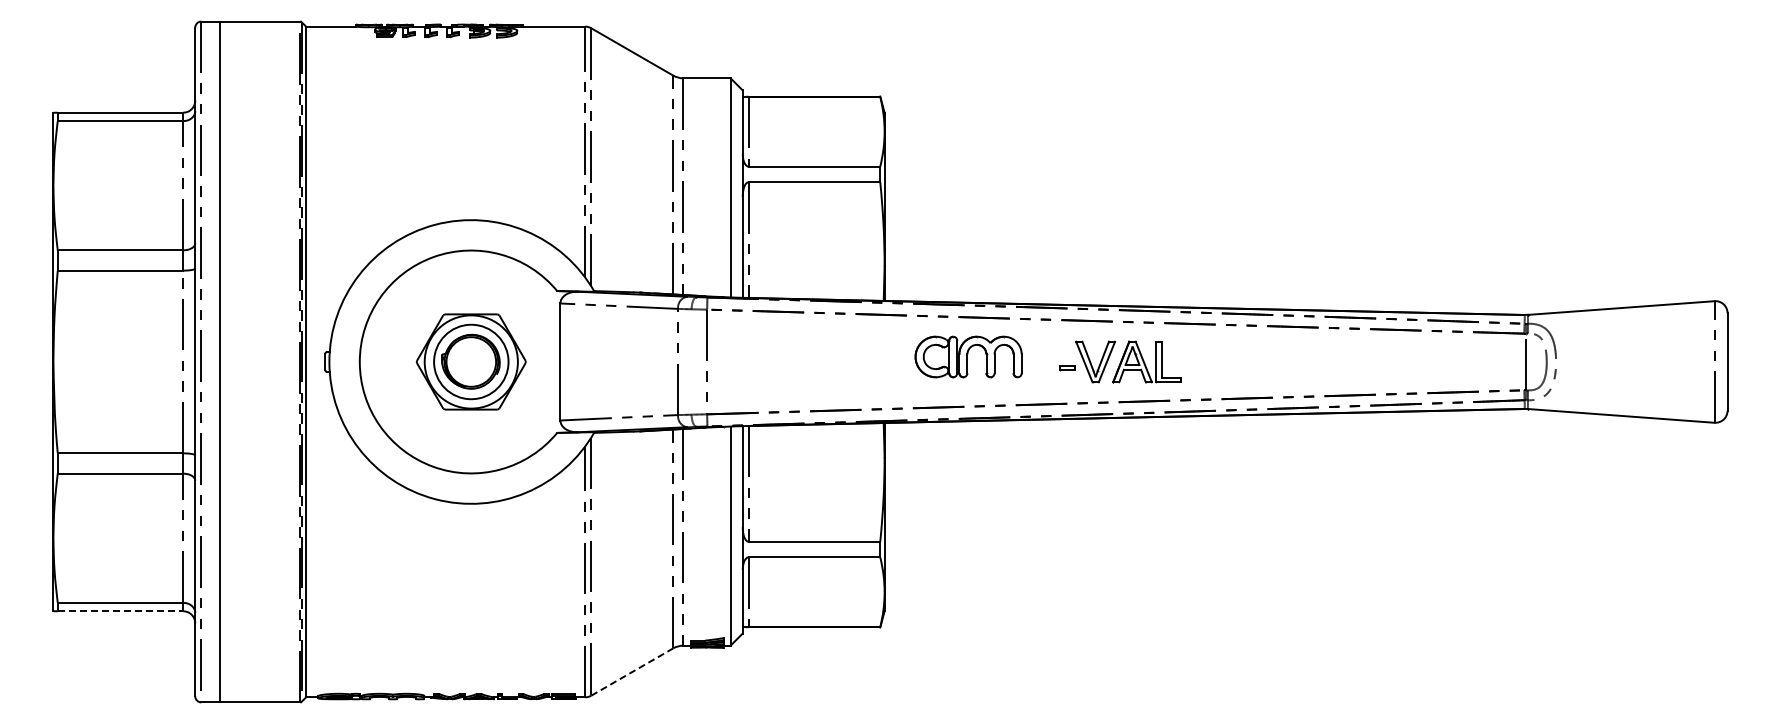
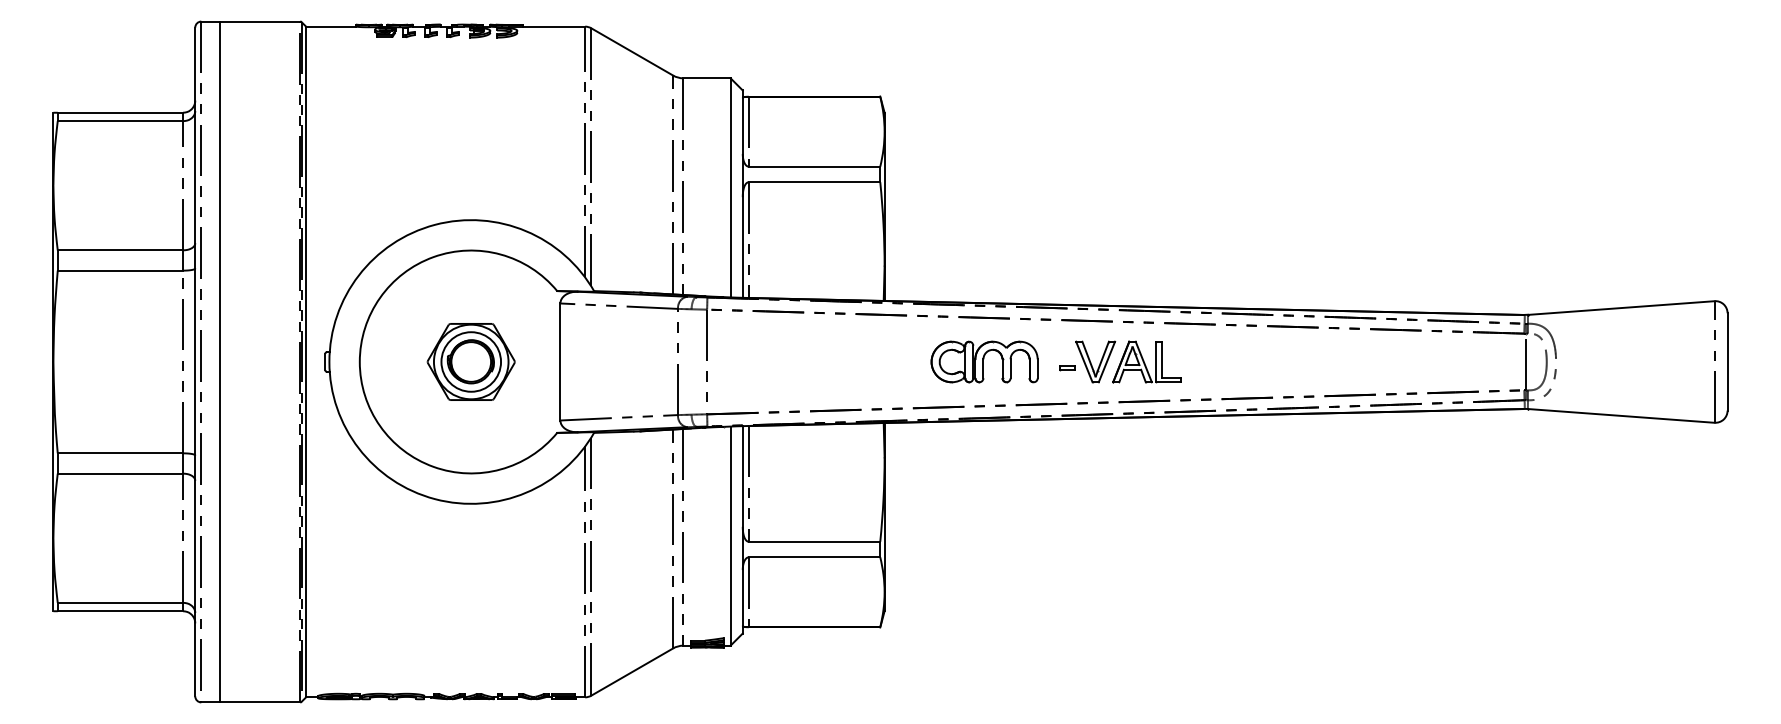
part at (968, 356) position: (968, 356) -> (984, 361)
part at (471, 361) size: 111x98 px -> 90x78 px
line at (120, 611): dashed -> solid
line at (632, 671): dashed -> solid
